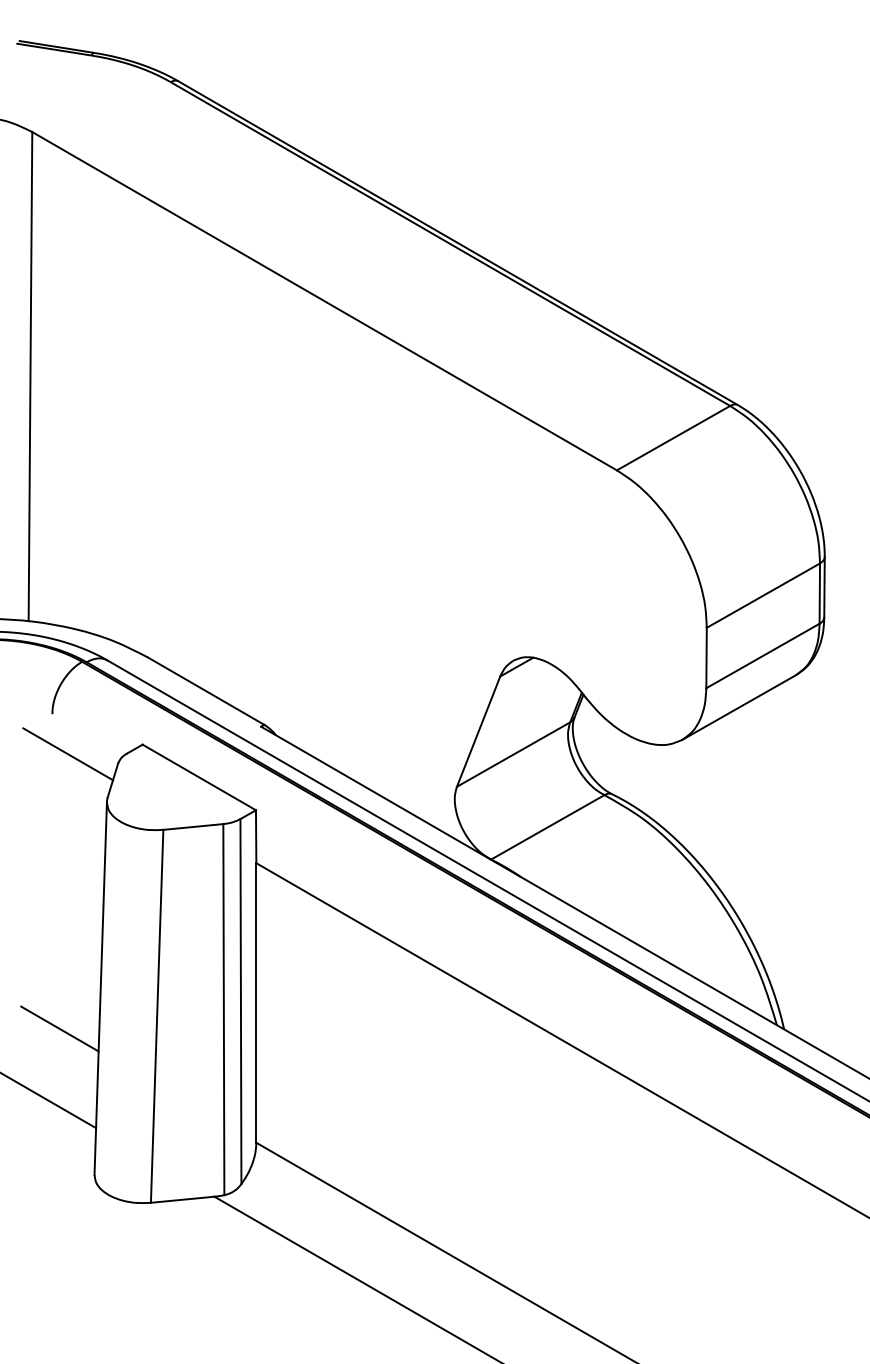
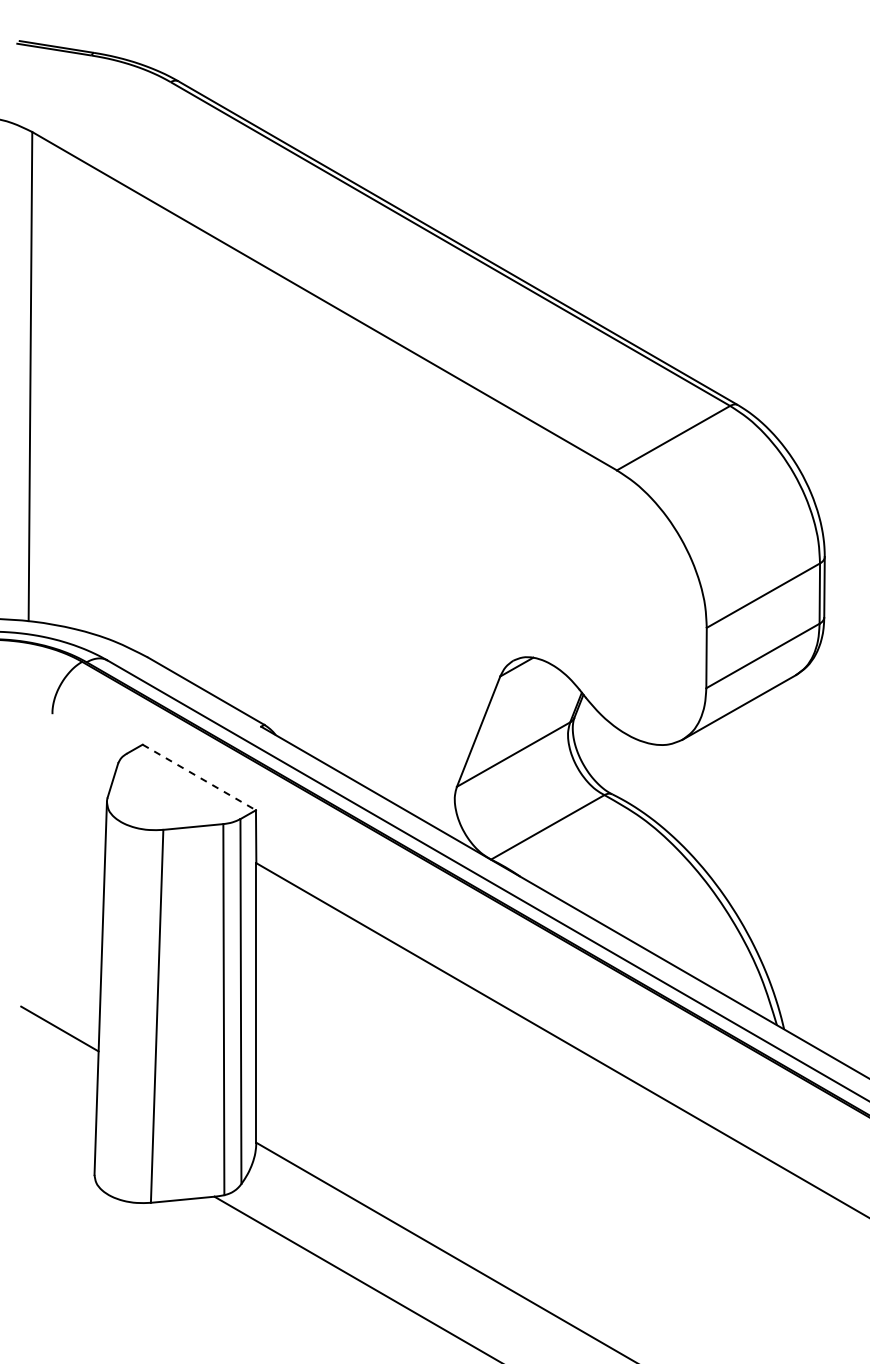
line at (68, 754): present -> none
line at (199, 777): solid -> dashed
line at (49, 1101): present -> none
